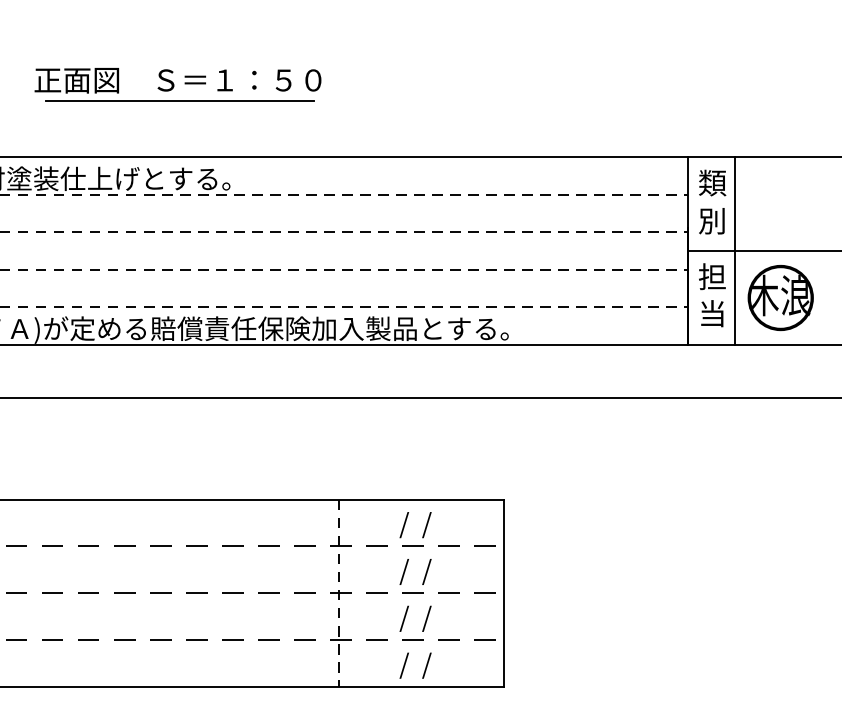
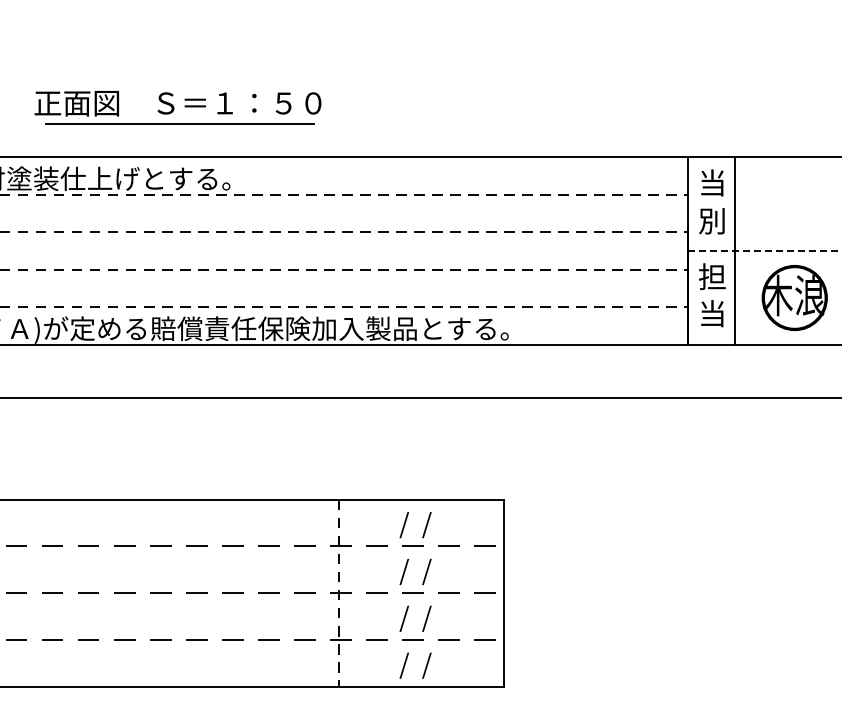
part at (177, 84) position: (177, 84) -> (177, 107)
text at (712, 182): 類 -> 当
line at (765, 250): solid -> dashed
part at (780, 298) position: (780, 298) -> (794, 298)
